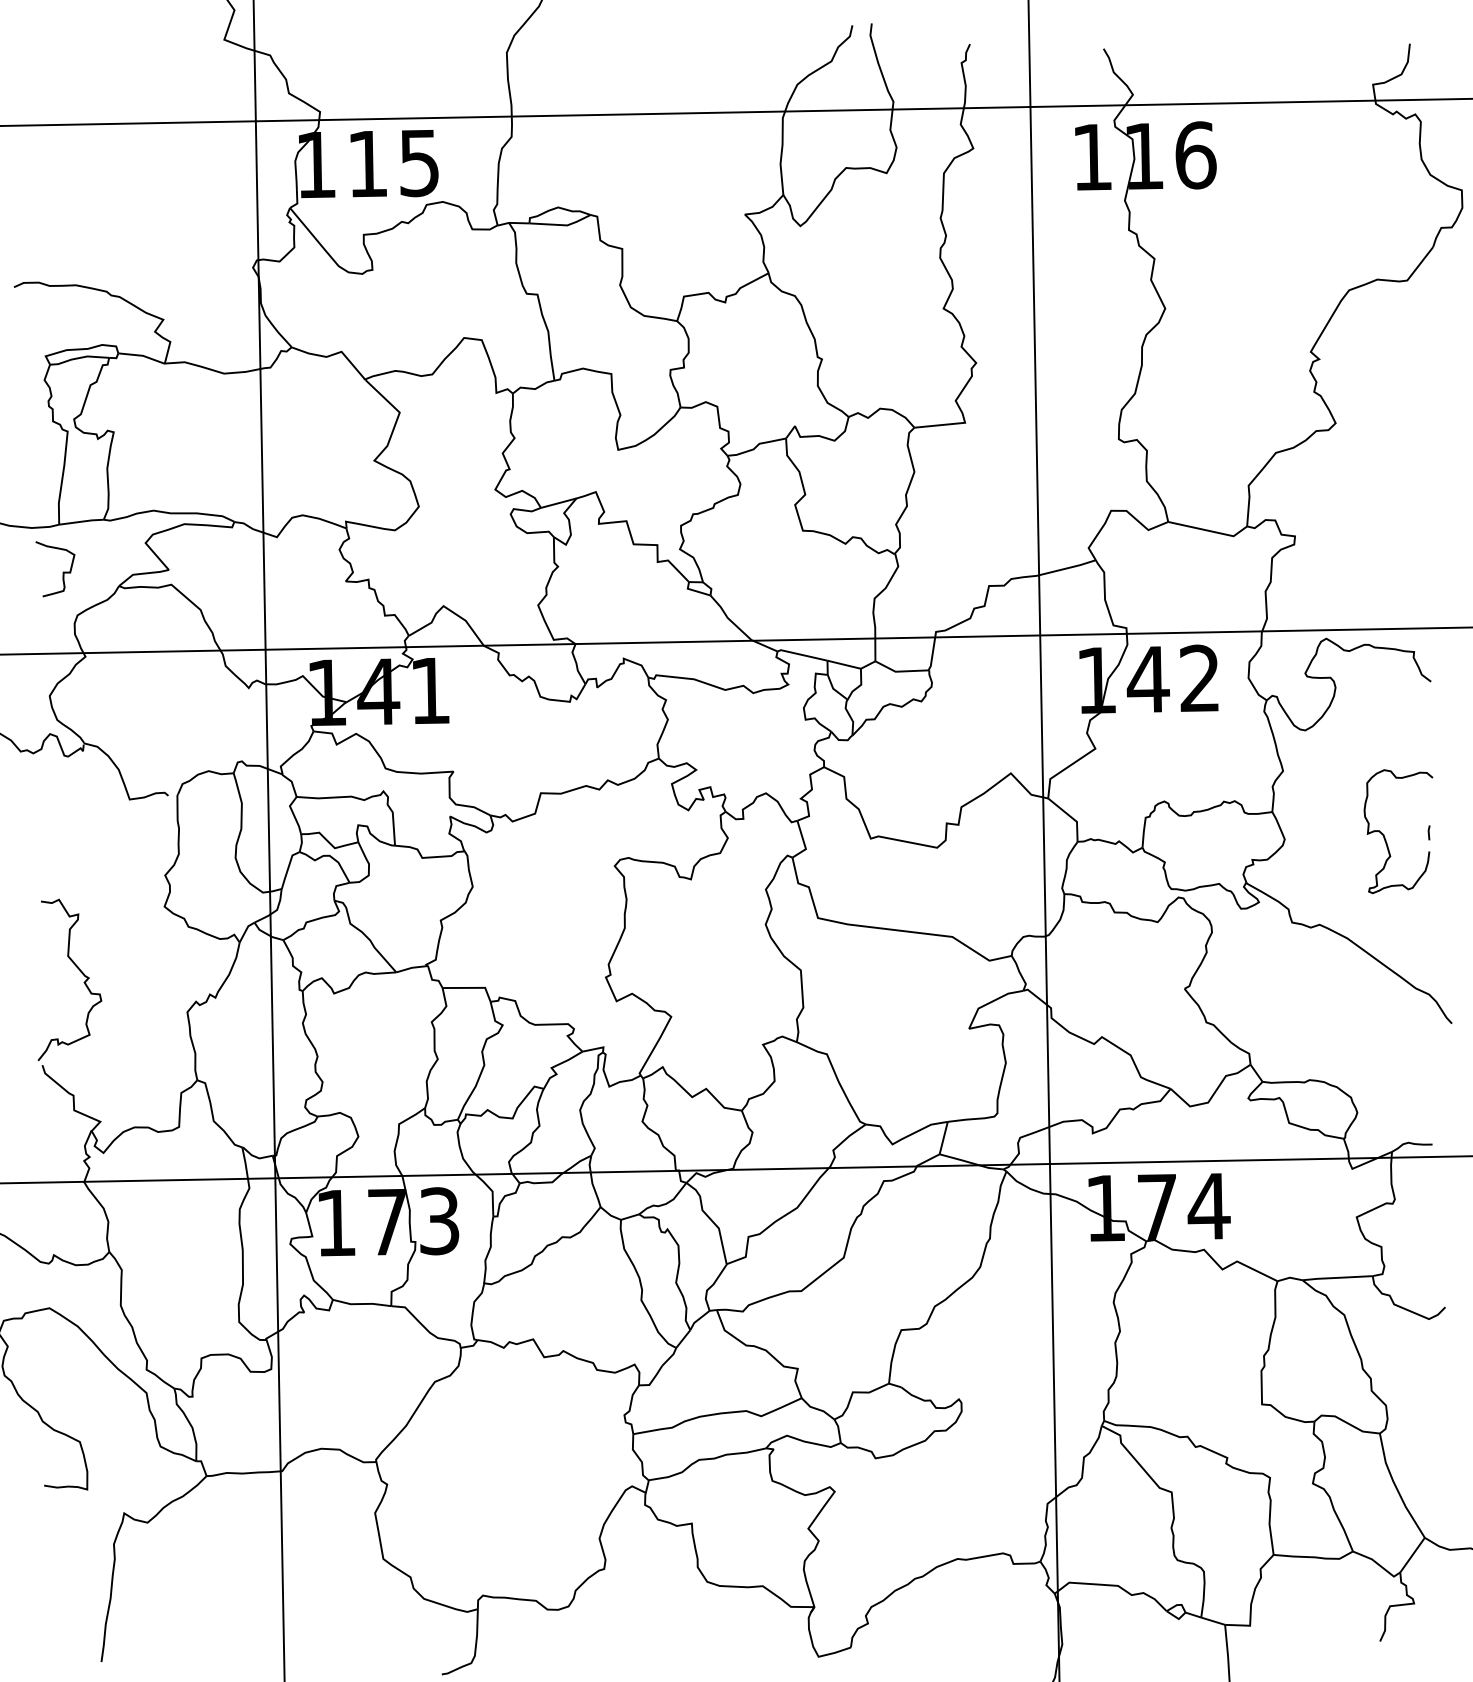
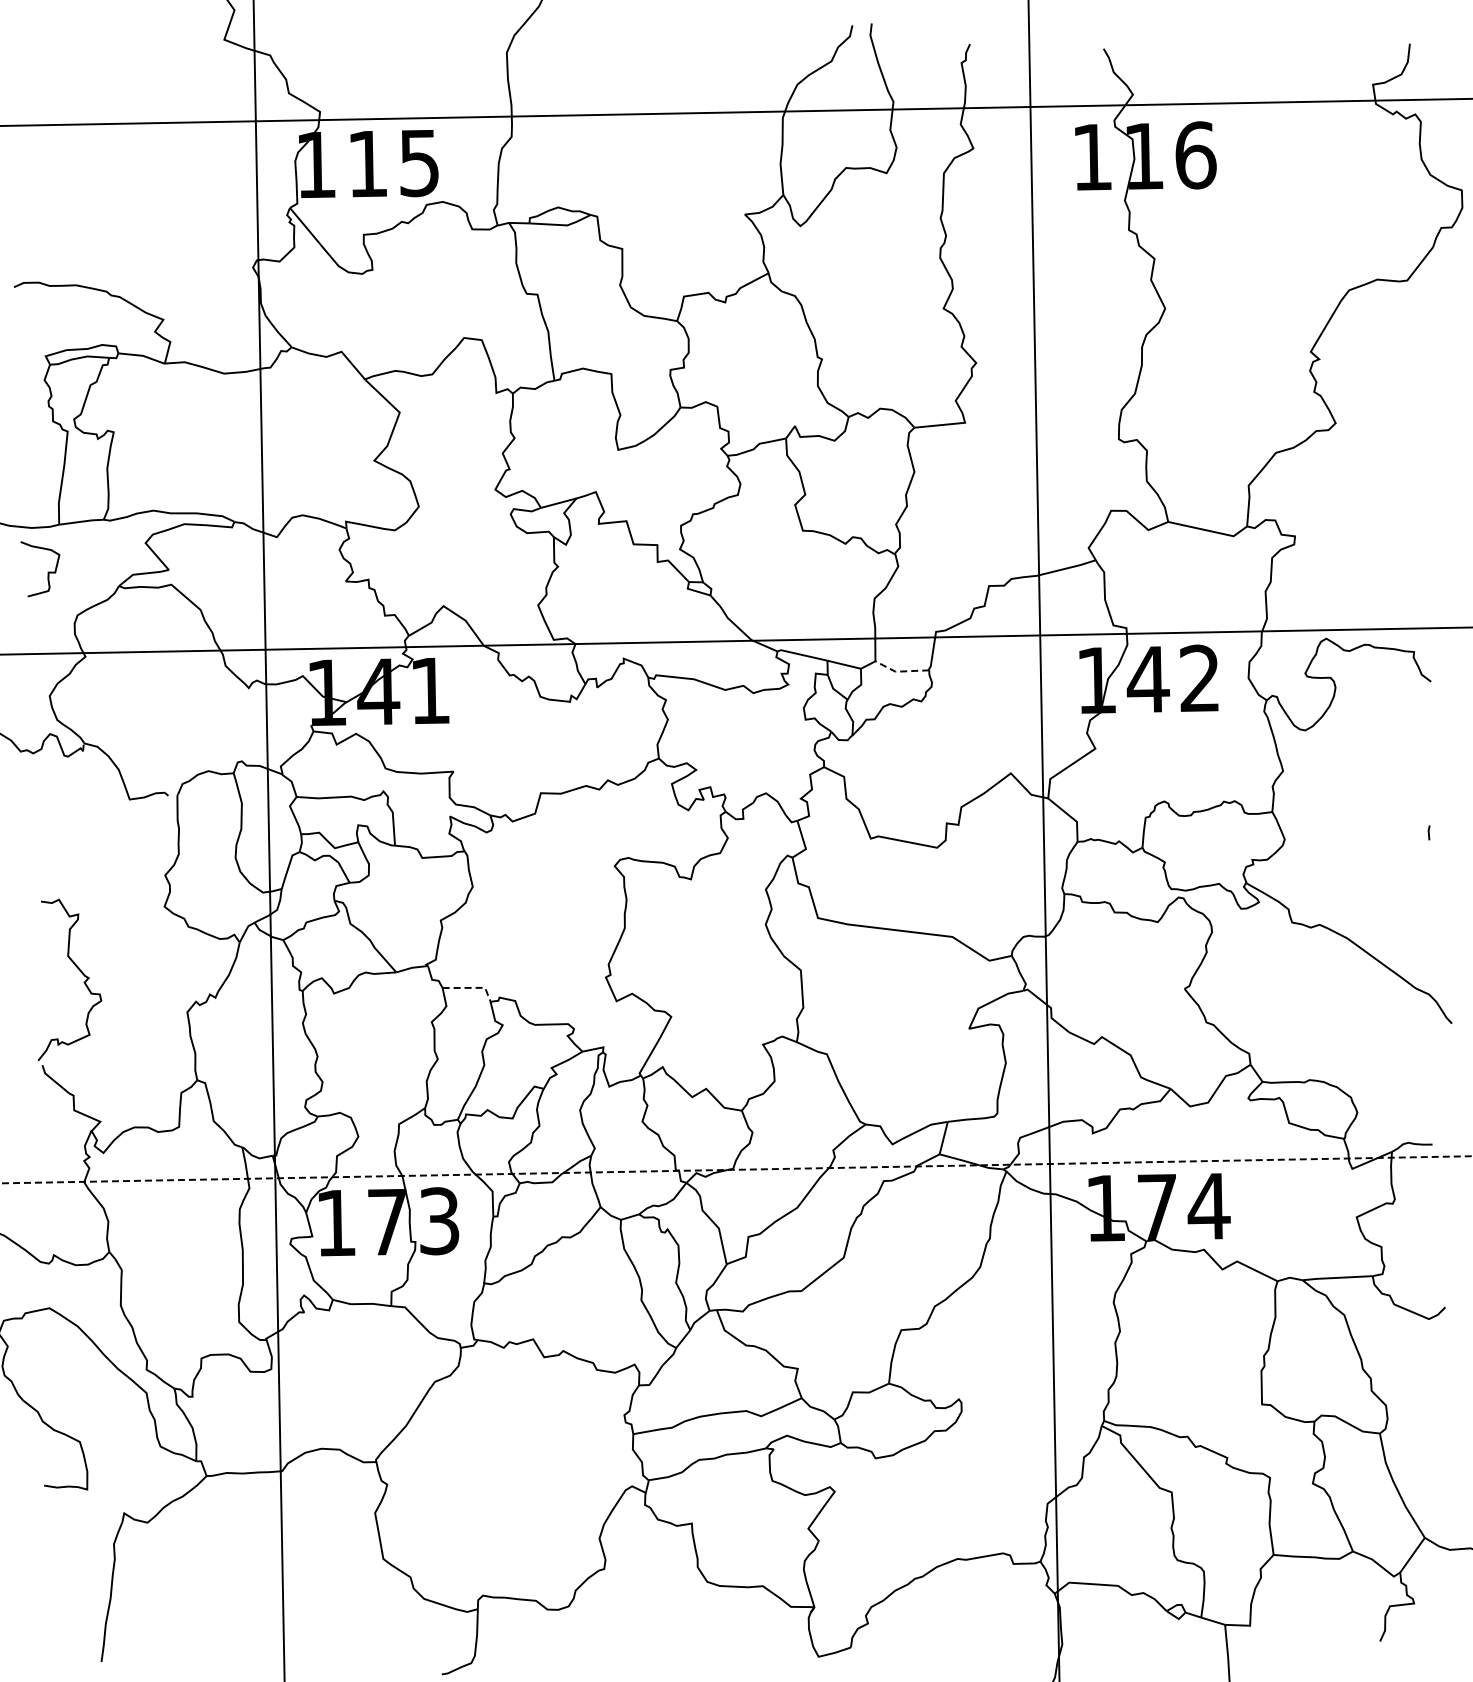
curve at (62, 572) position: (62, 572) -> (47, 572)
line at (900, 671): solid -> dashed
curve at (1384, 834): present -> none
line at (472, 987): solid -> dashed
line at (736, 1169): solid -> dashed
